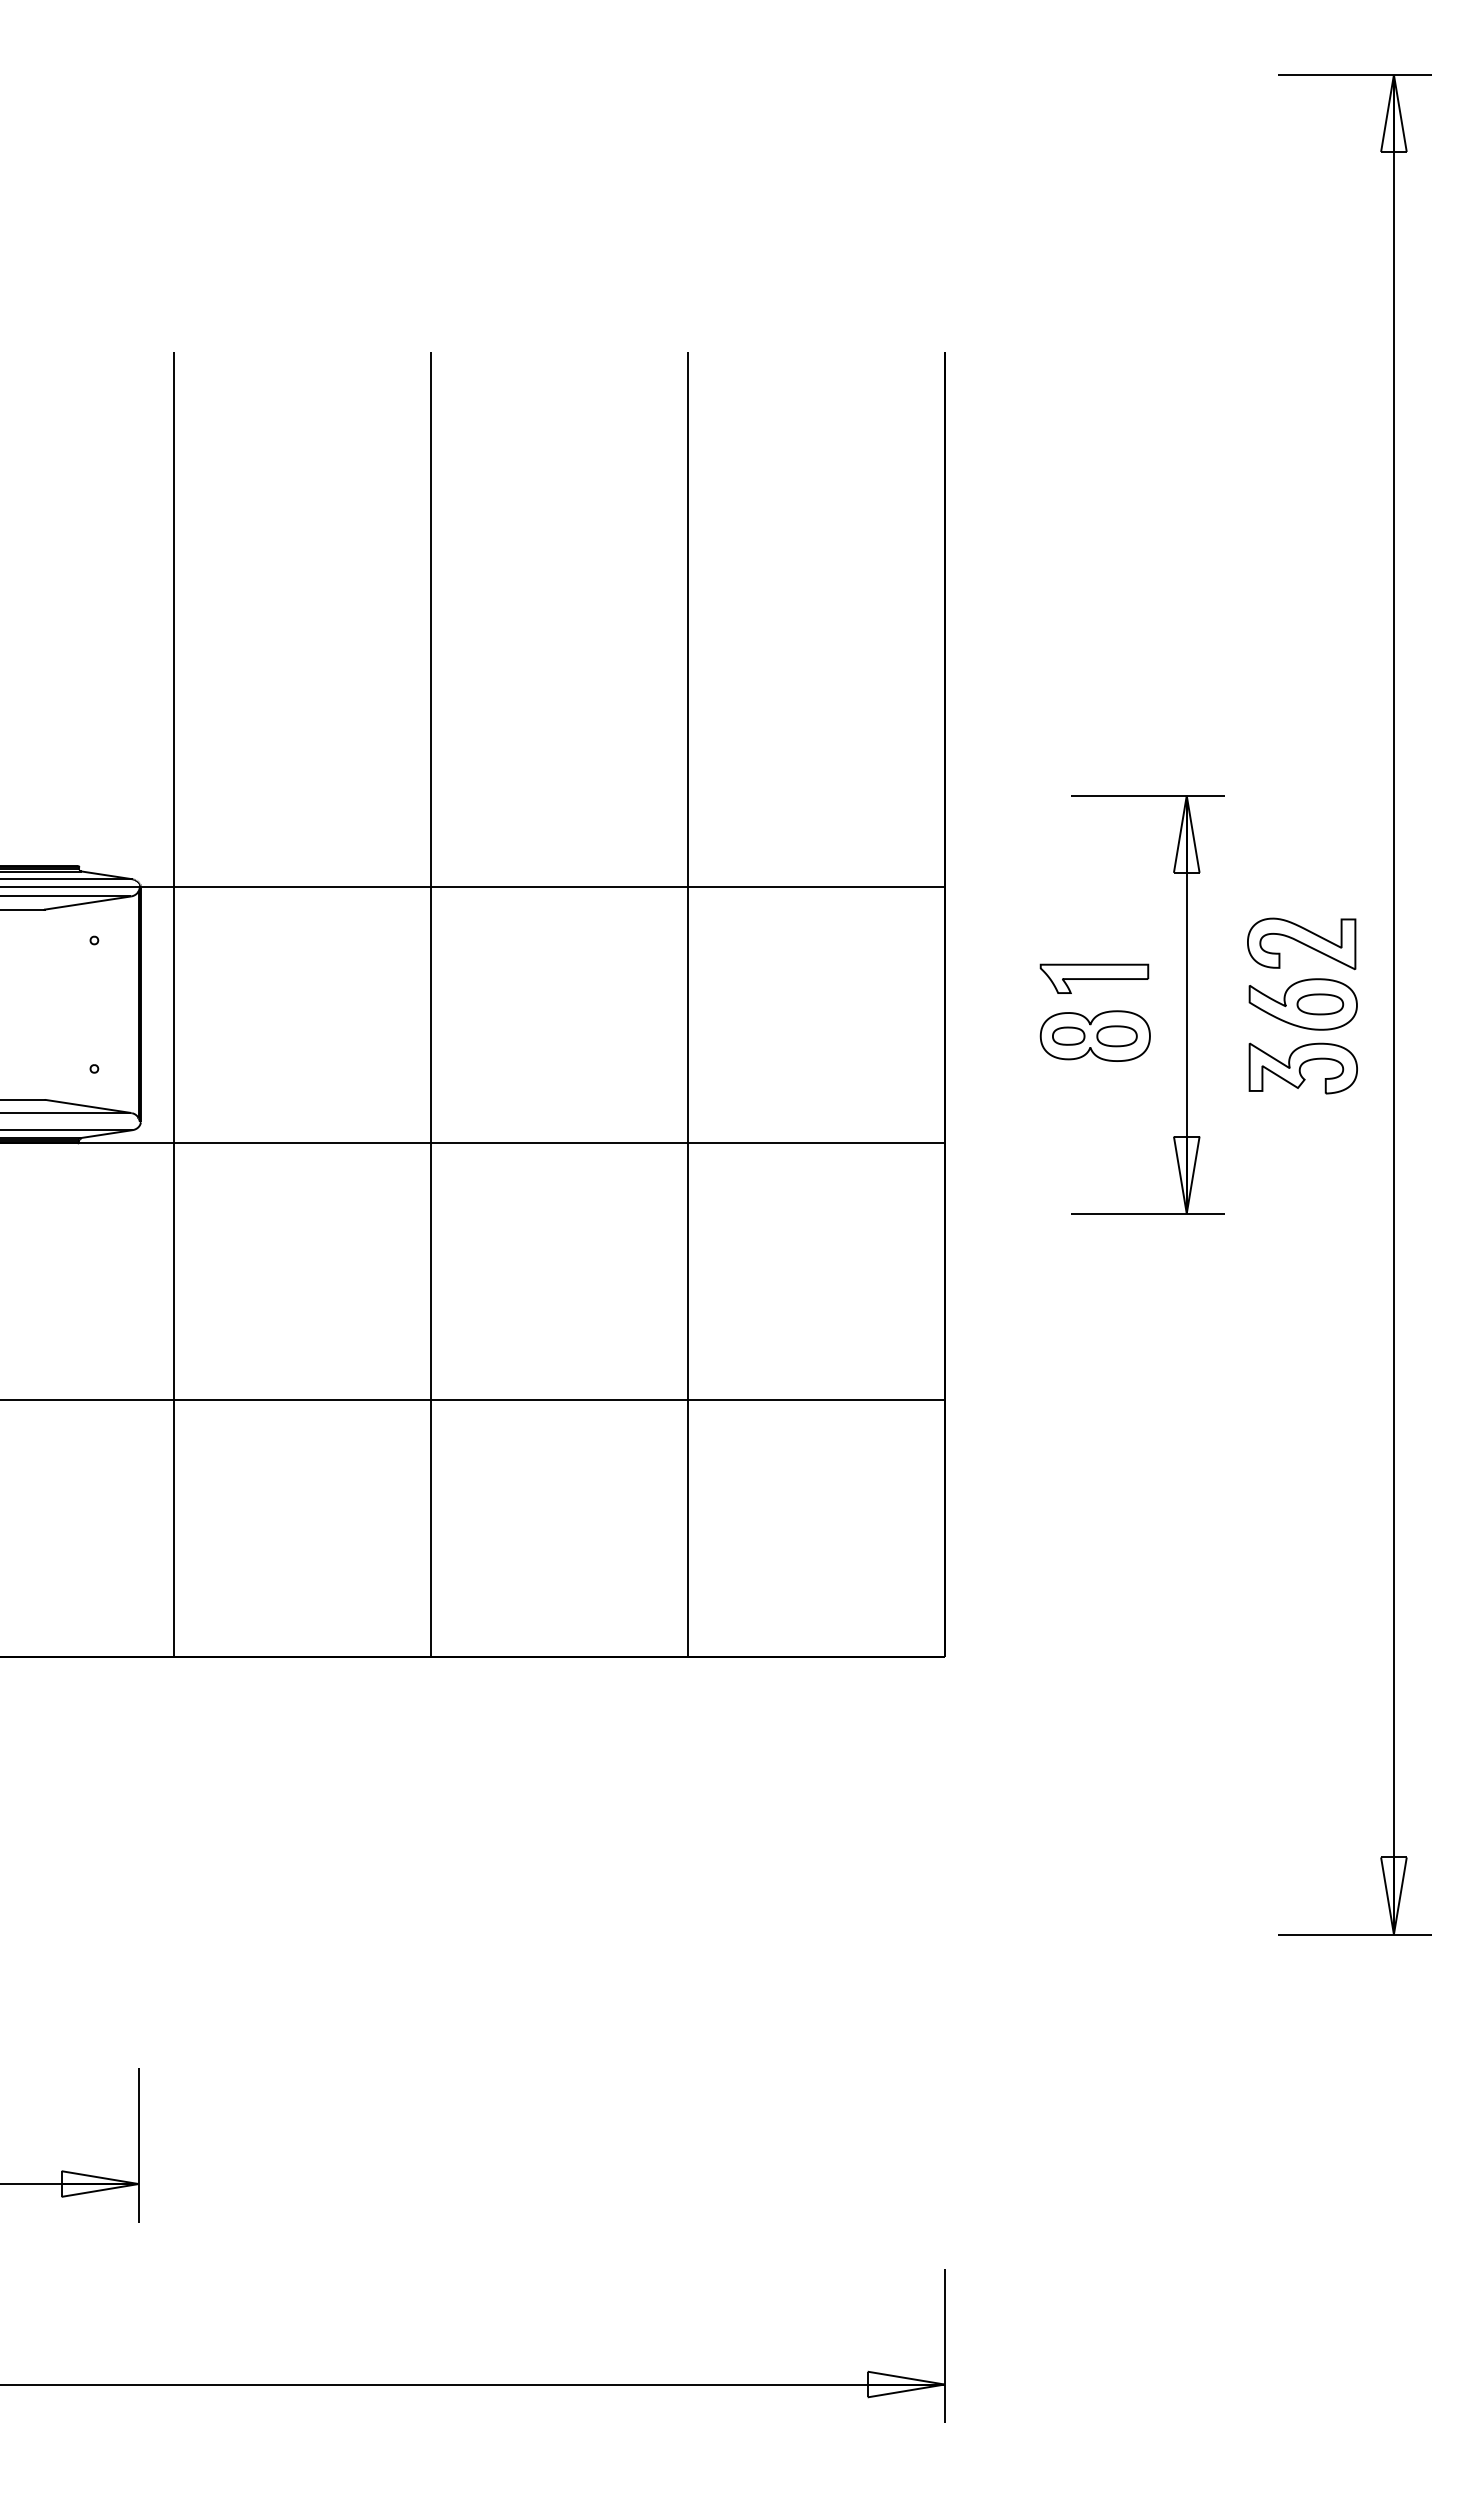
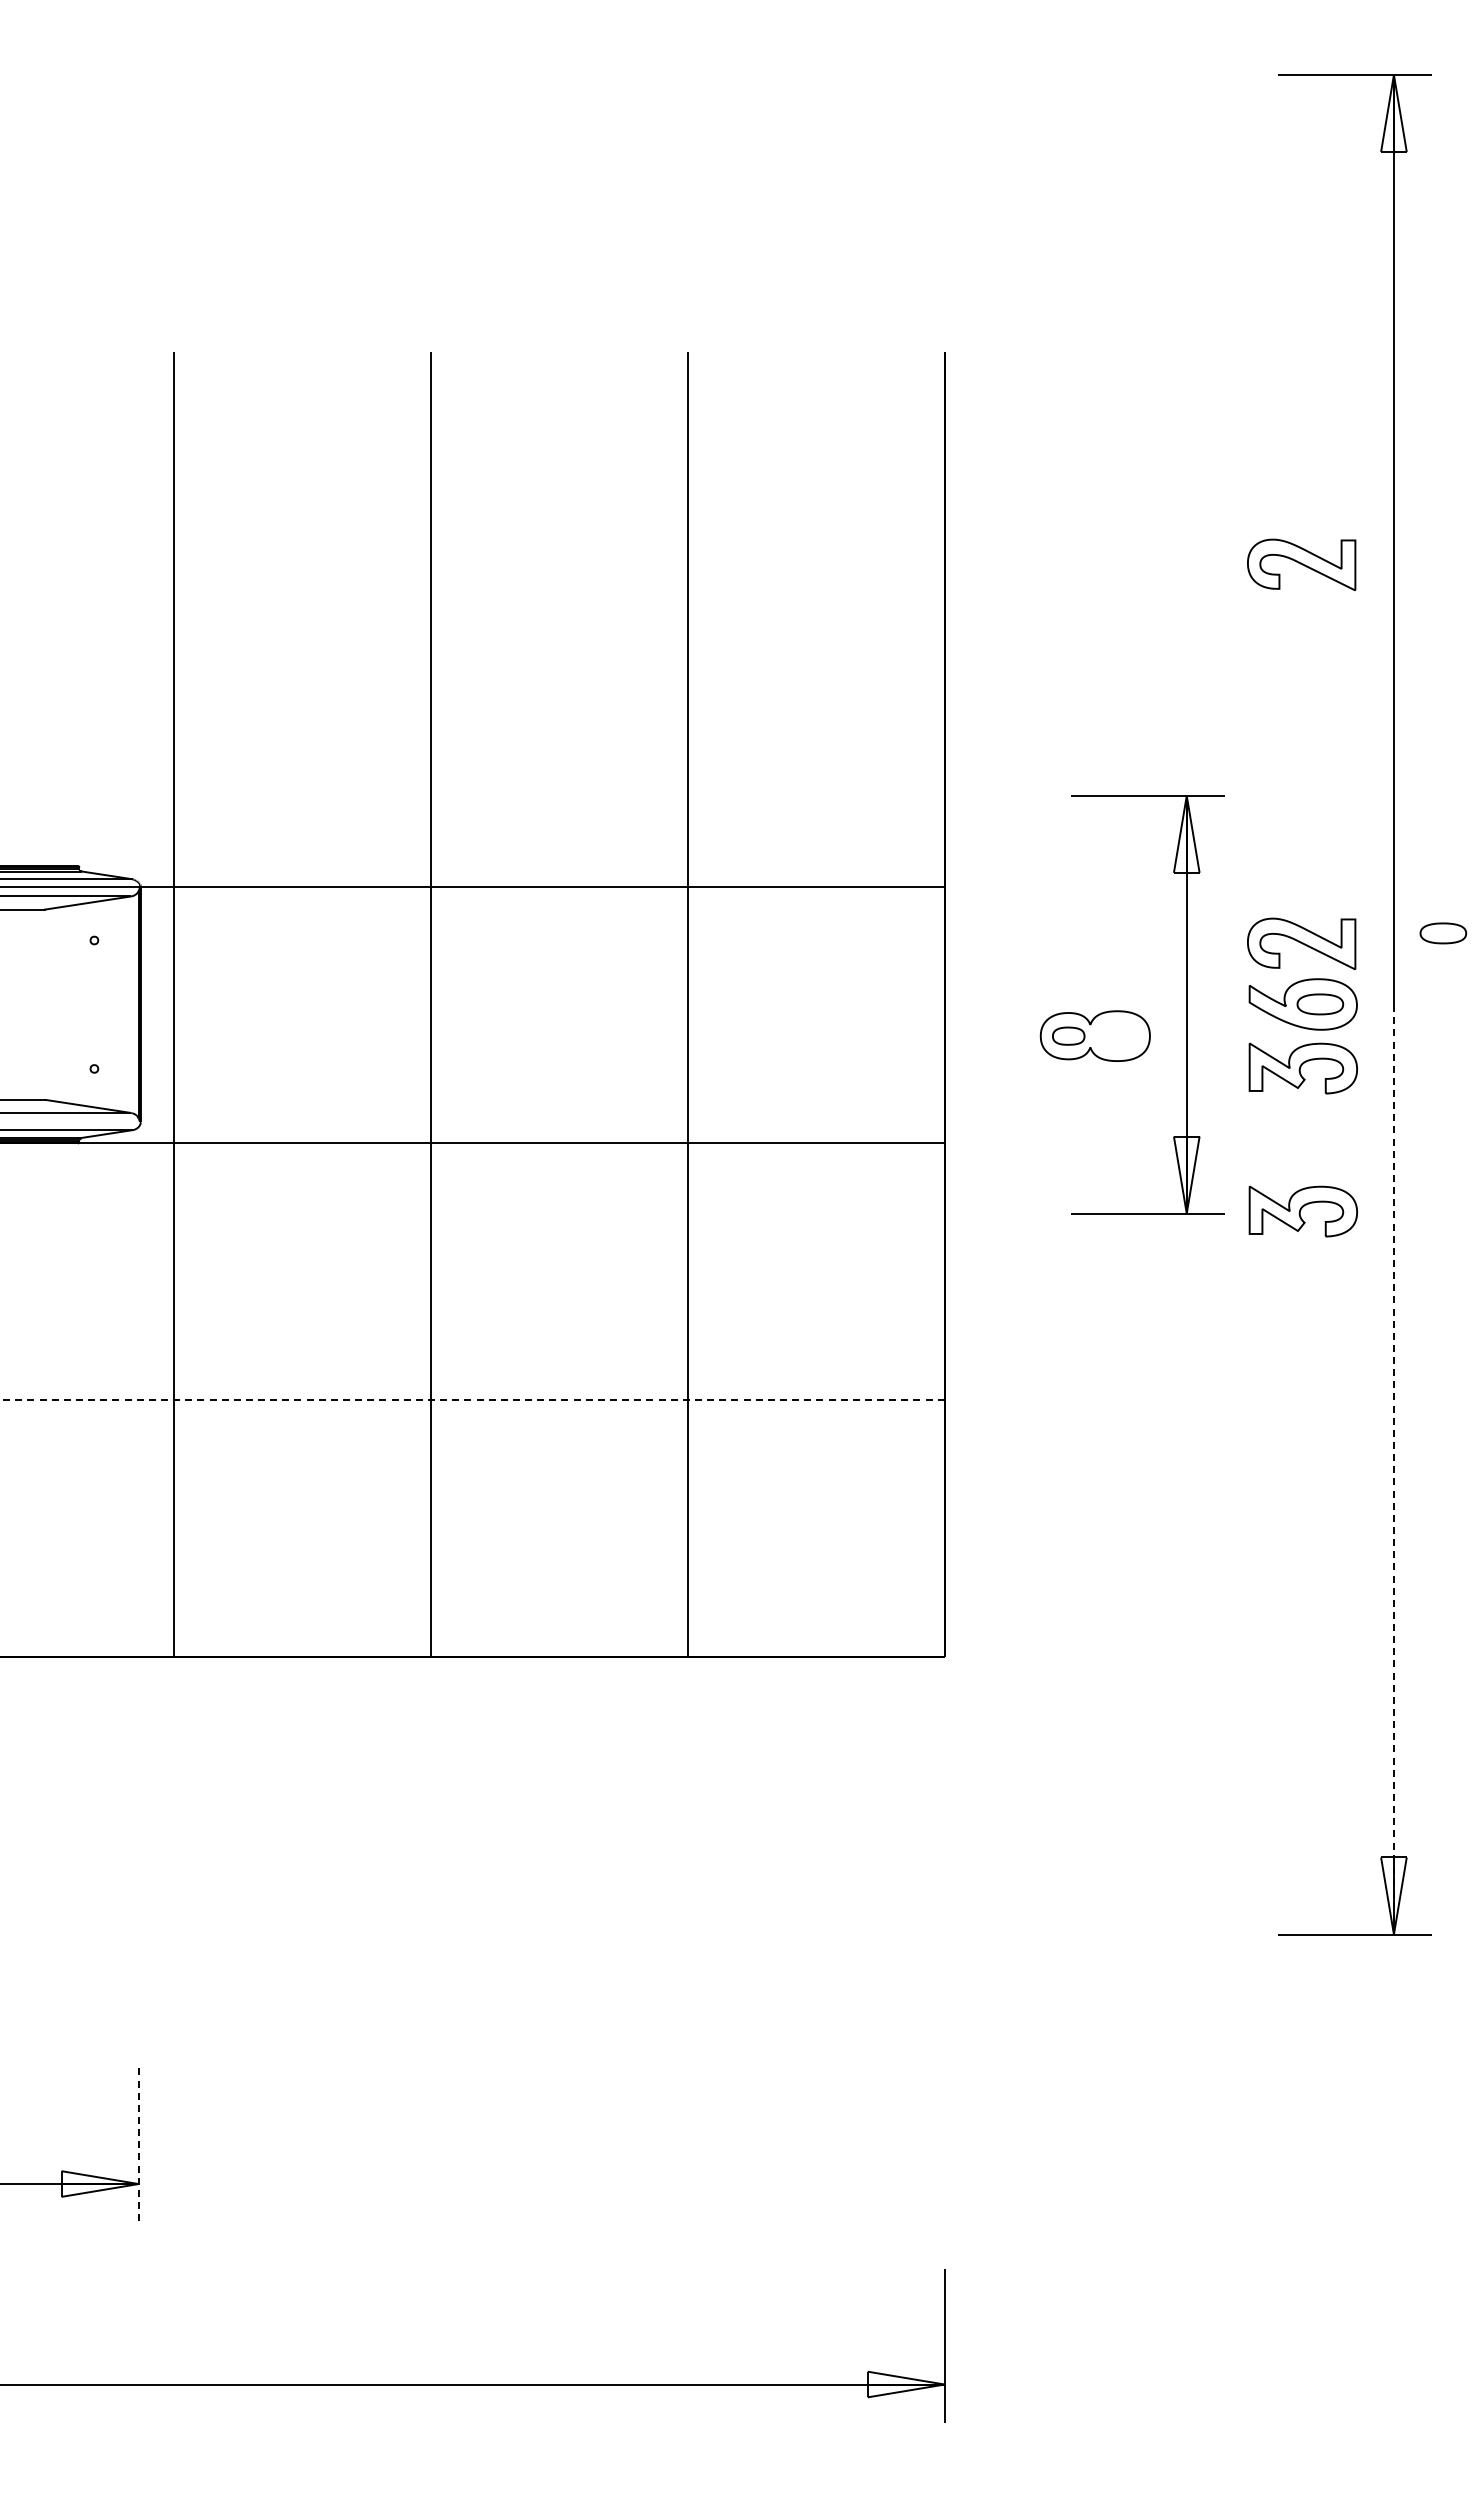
part at (1301, 564): none -> present
part at (1443, 933): none -> present
part at (1094, 978): present -> none
part at (1116, 1036): present -> none
part at (1302, 1211): none -> present
line at (472, 1400): solid -> dashed
line at (1393, 1469): solid -> dashed
line at (138, 2146): solid -> dashed
